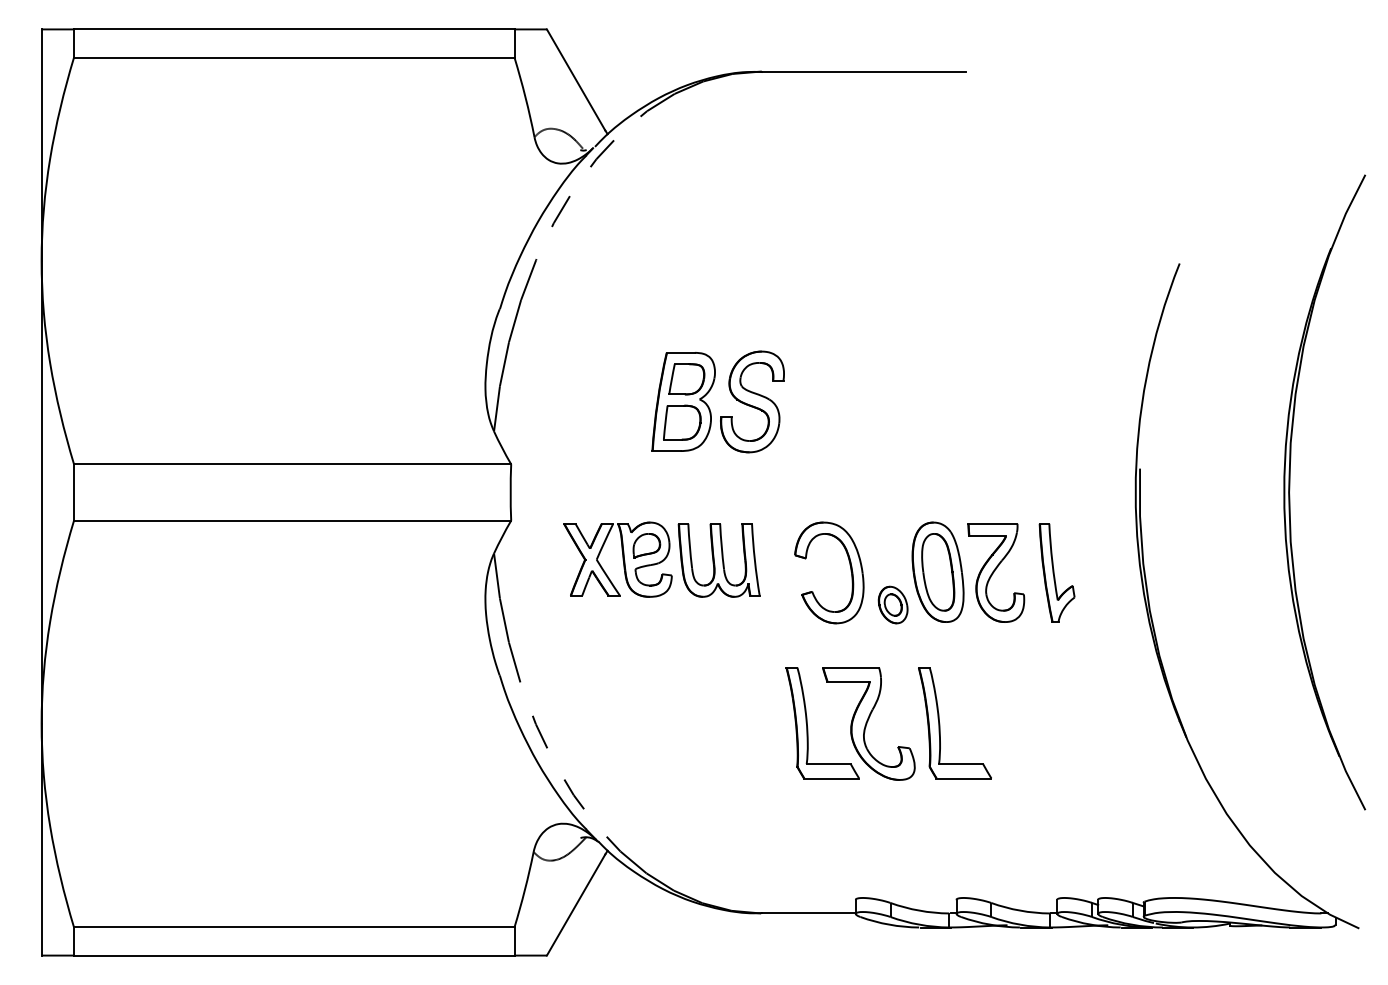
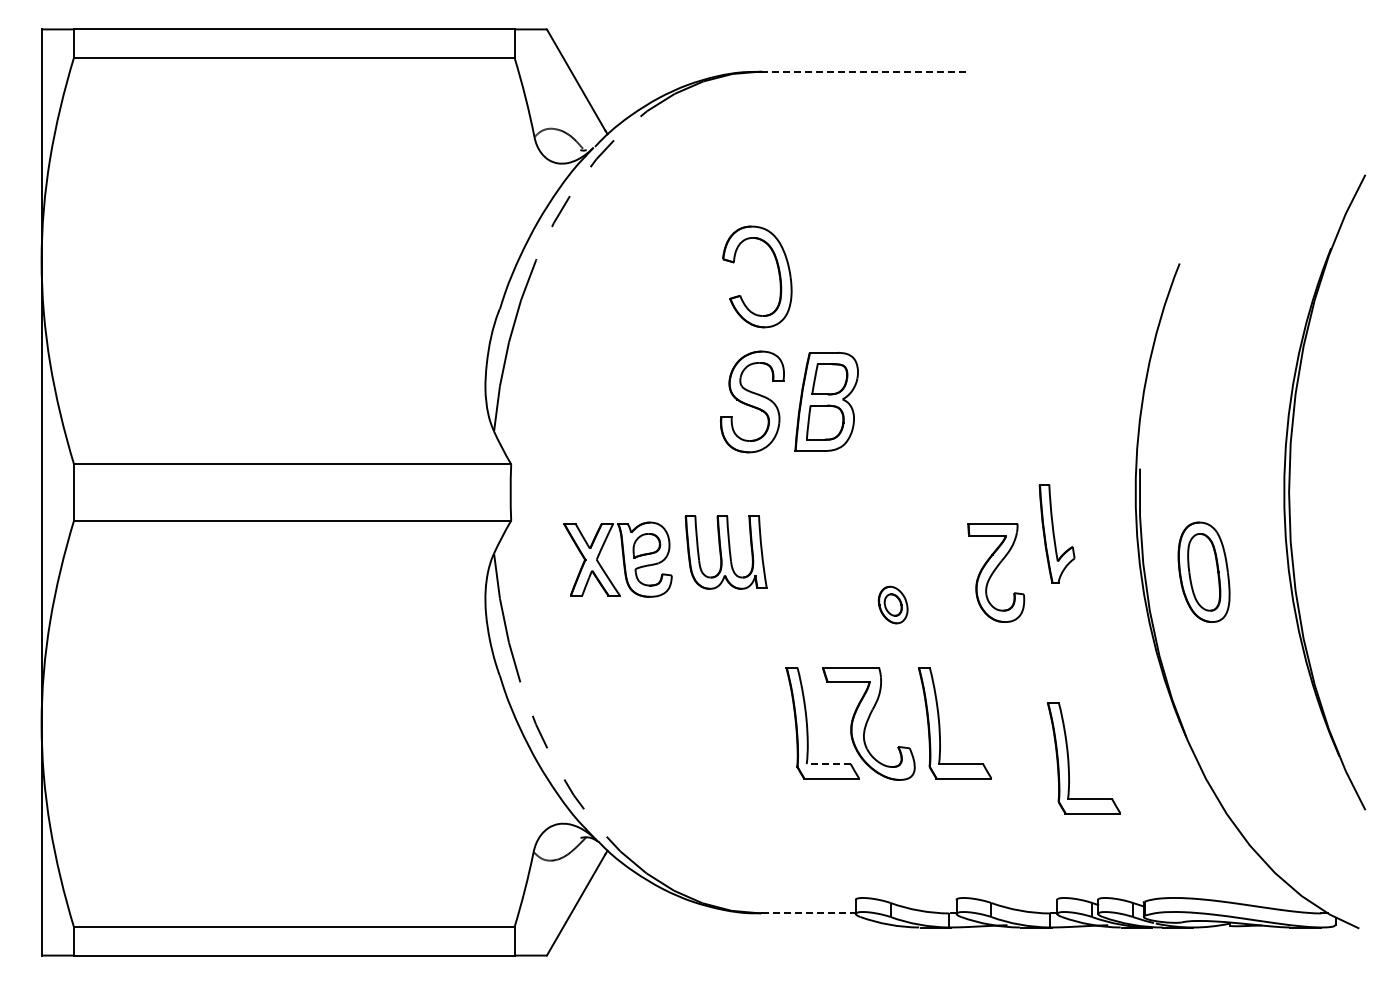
line at (863, 71): solid -> dashed
part at (683, 401) position: (683, 401) -> (826, 401)
part at (718, 560) position: (718, 560) -> (725, 552)
part at (850, 571) position: (850, 571) -> (778, 275)
part at (937, 571) position: (937, 571) -> (1203, 571)
part at (1056, 572) position: (1056, 572) -> (1056, 533)
part at (1069, 758): none -> present
line at (828, 764): solid -> dashed
line at (809, 913): solid -> dashed
